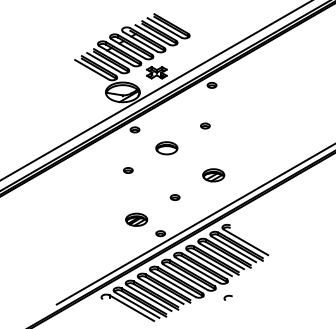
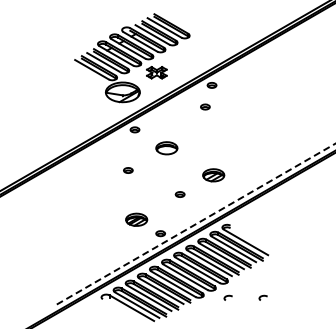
line at (155, 90): present -> none
part at (205, 125) position: (205, 125) -> (205, 106)
part at (174, 197) position: (174, 197) -> (179, 194)
line at (196, 224): solid -> dashed
curve at (262, 296): none -> present
